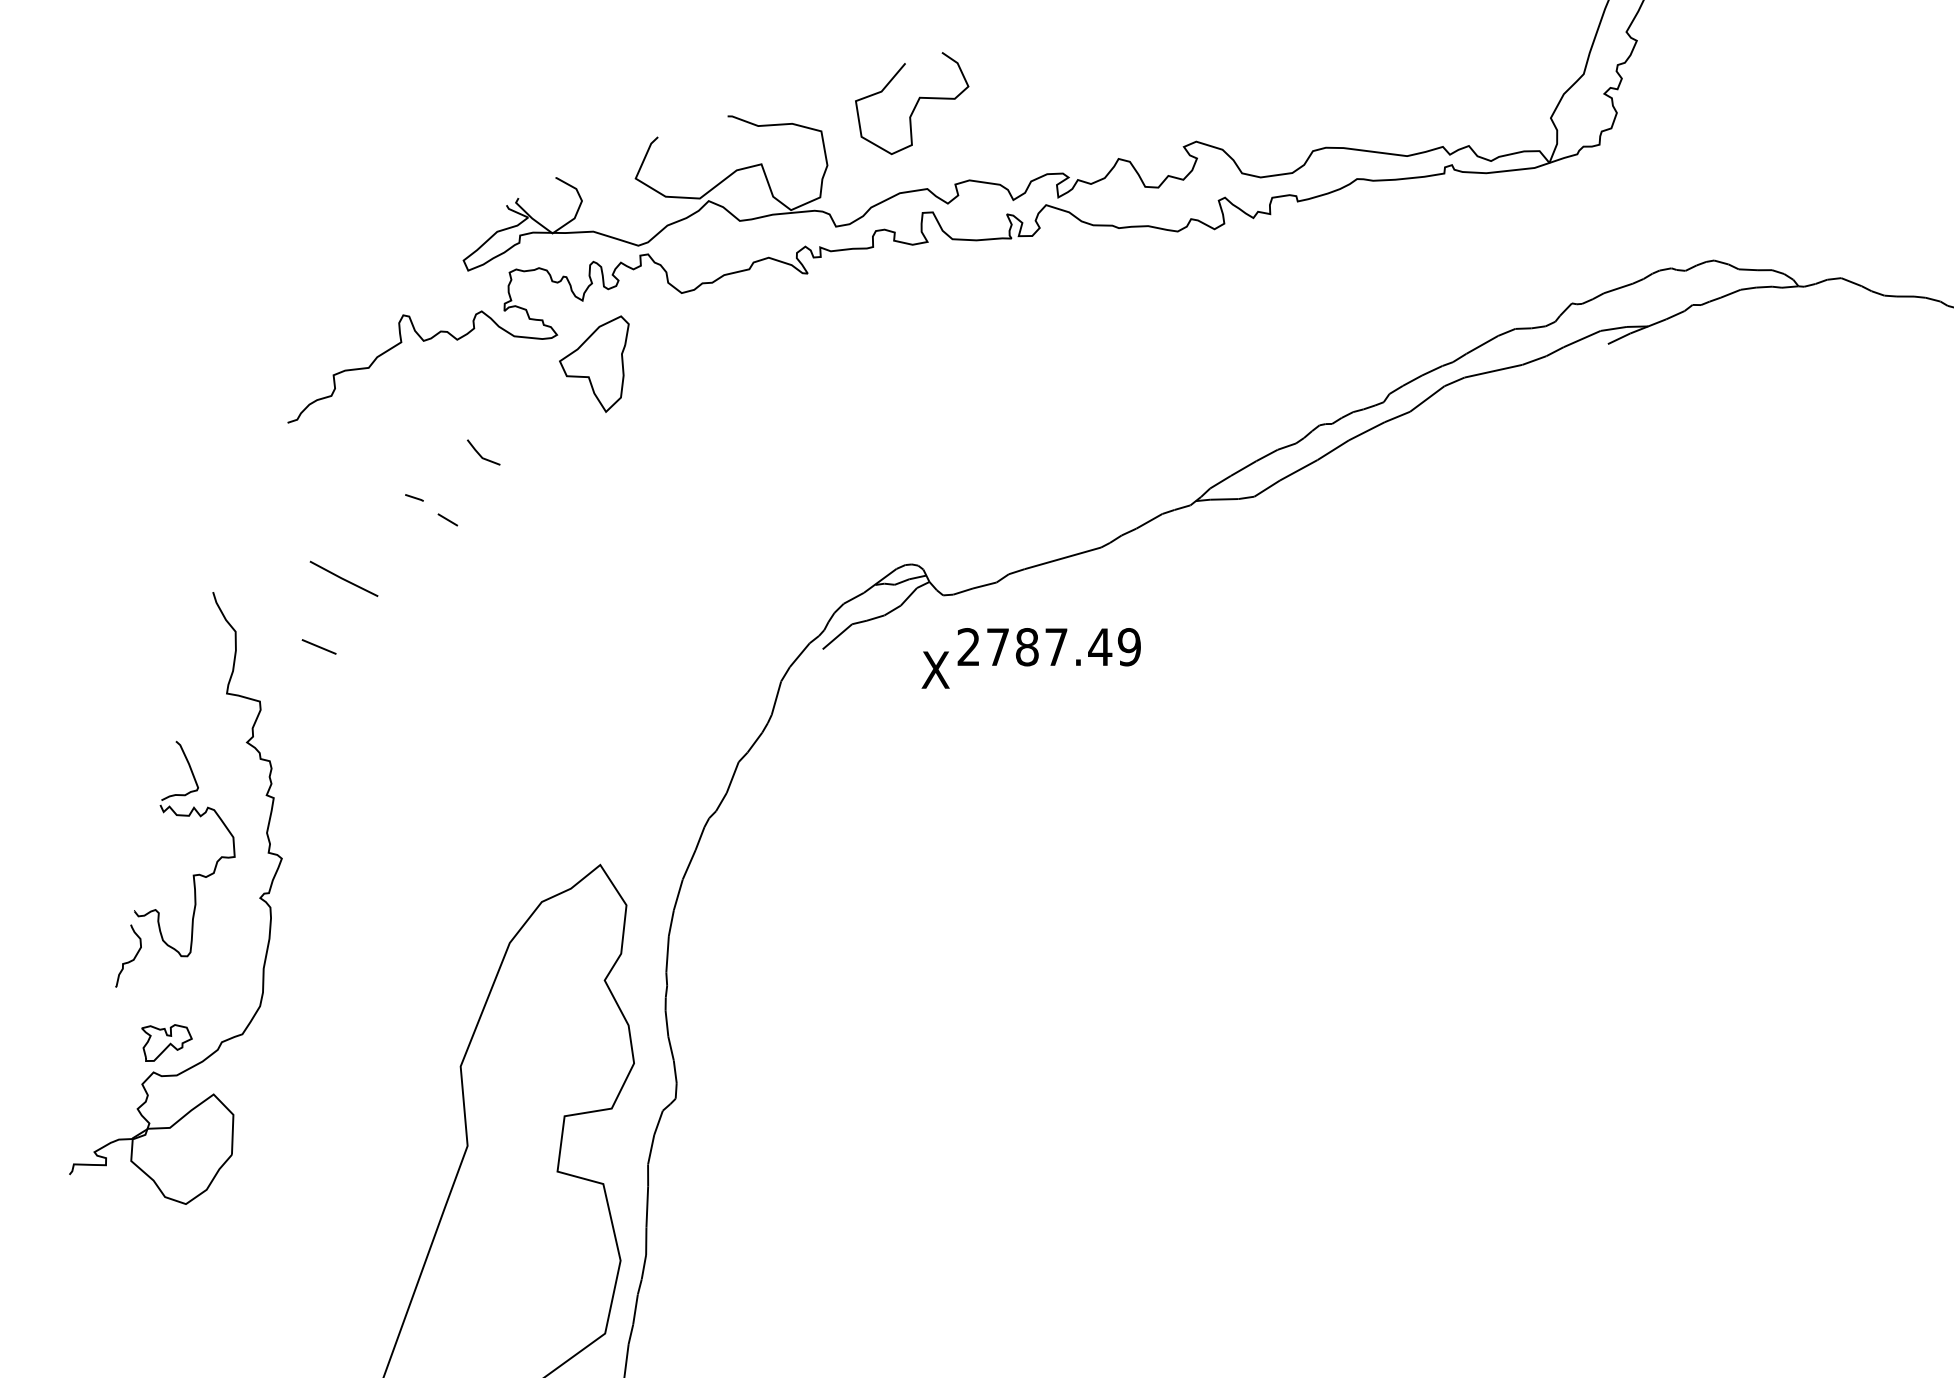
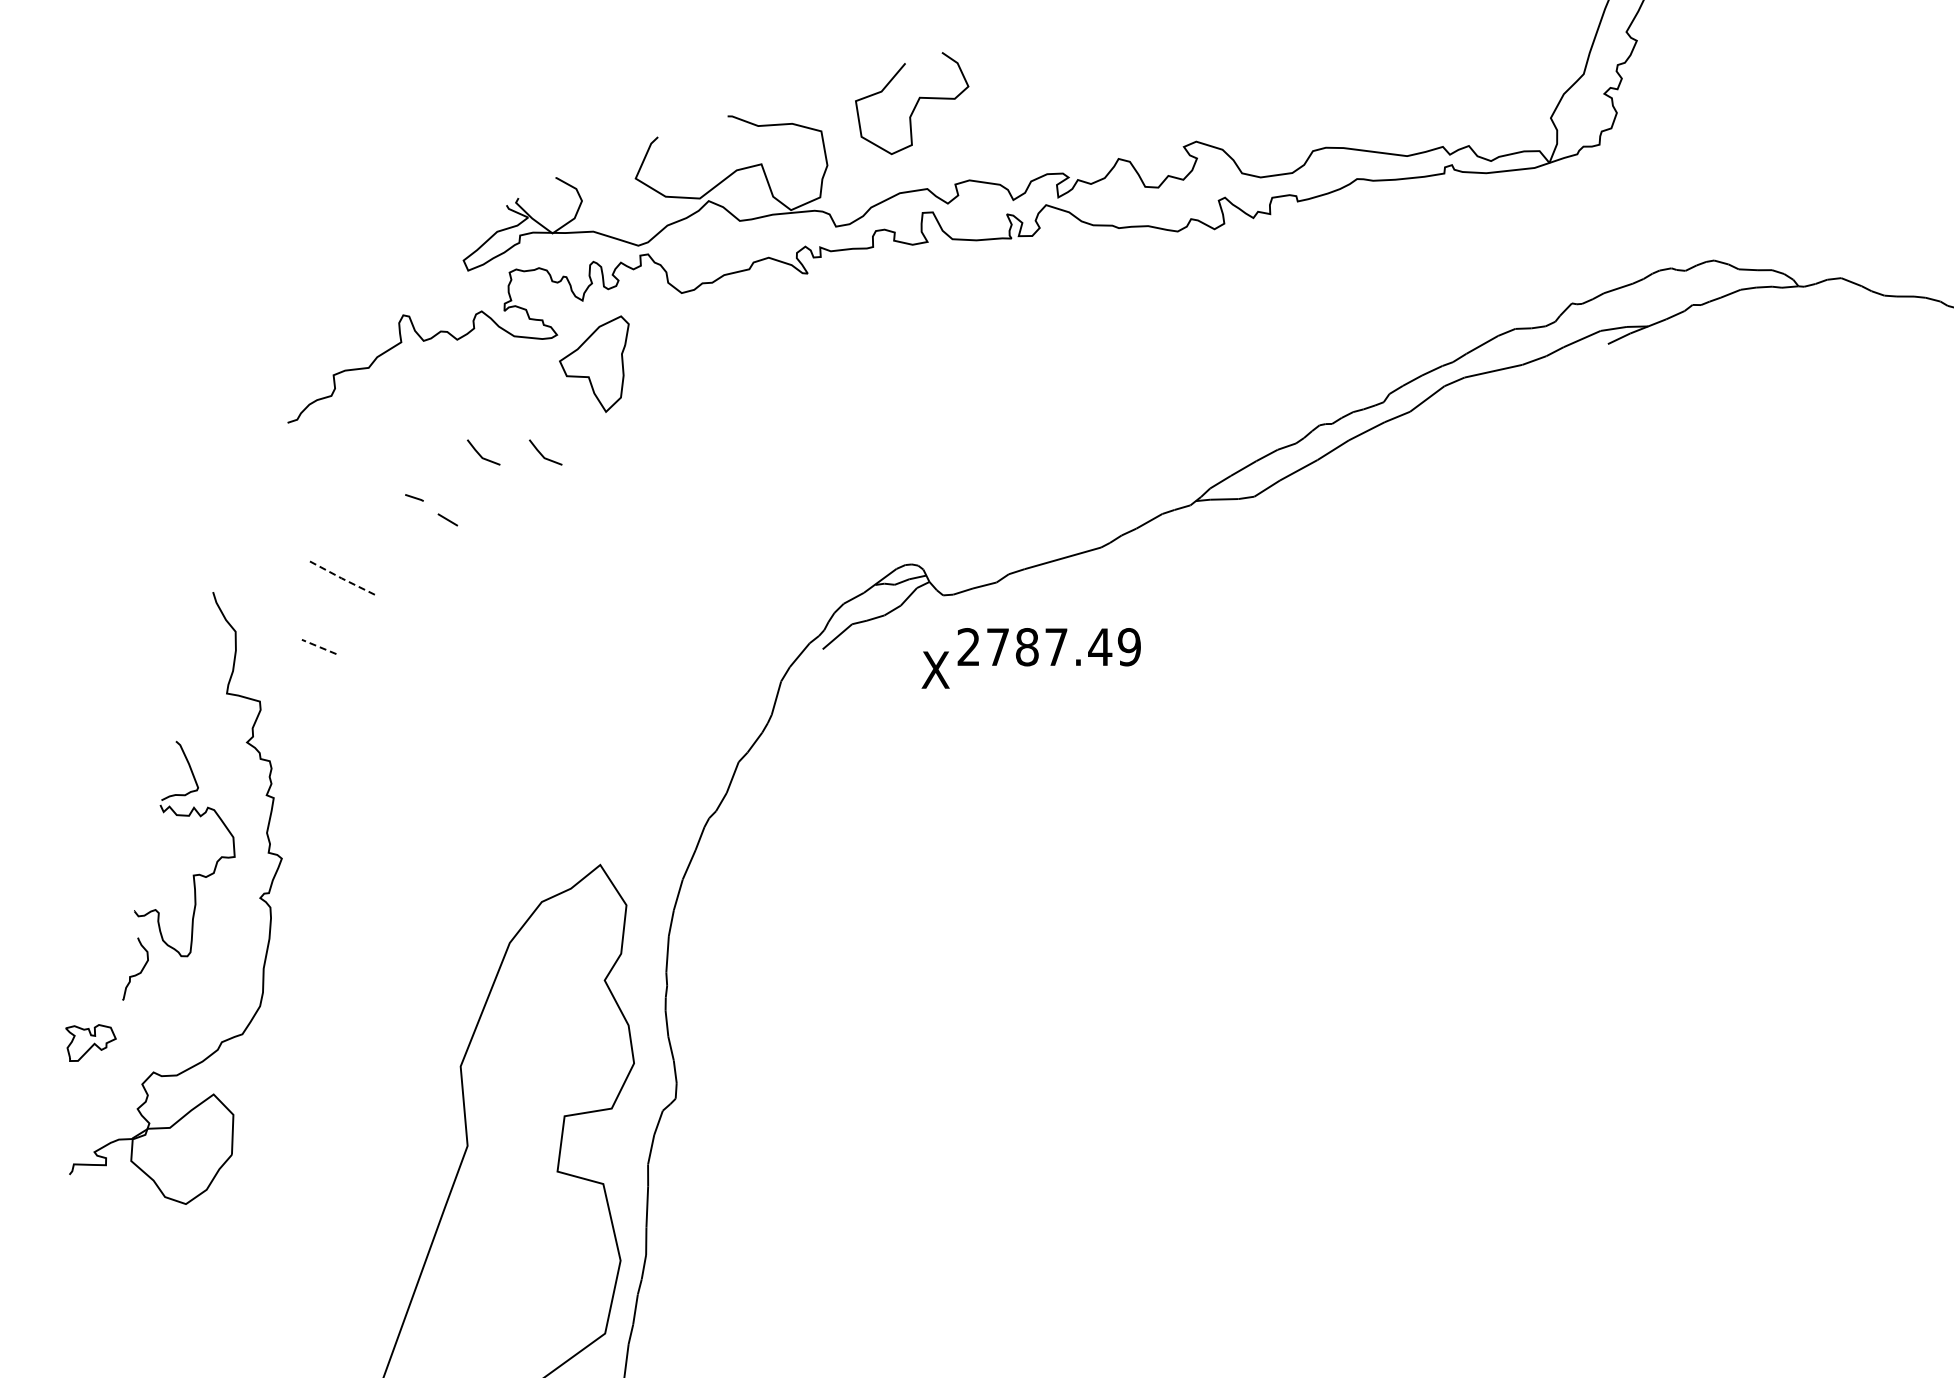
line at (542, 454): none -> present
line at (343, 579): solid -> dashed
line at (319, 646): solid -> dashed
curve at (130, 960) position: (130, 960) -> (137, 973)
part at (166, 1042) position: (166, 1042) -> (90, 1042)
